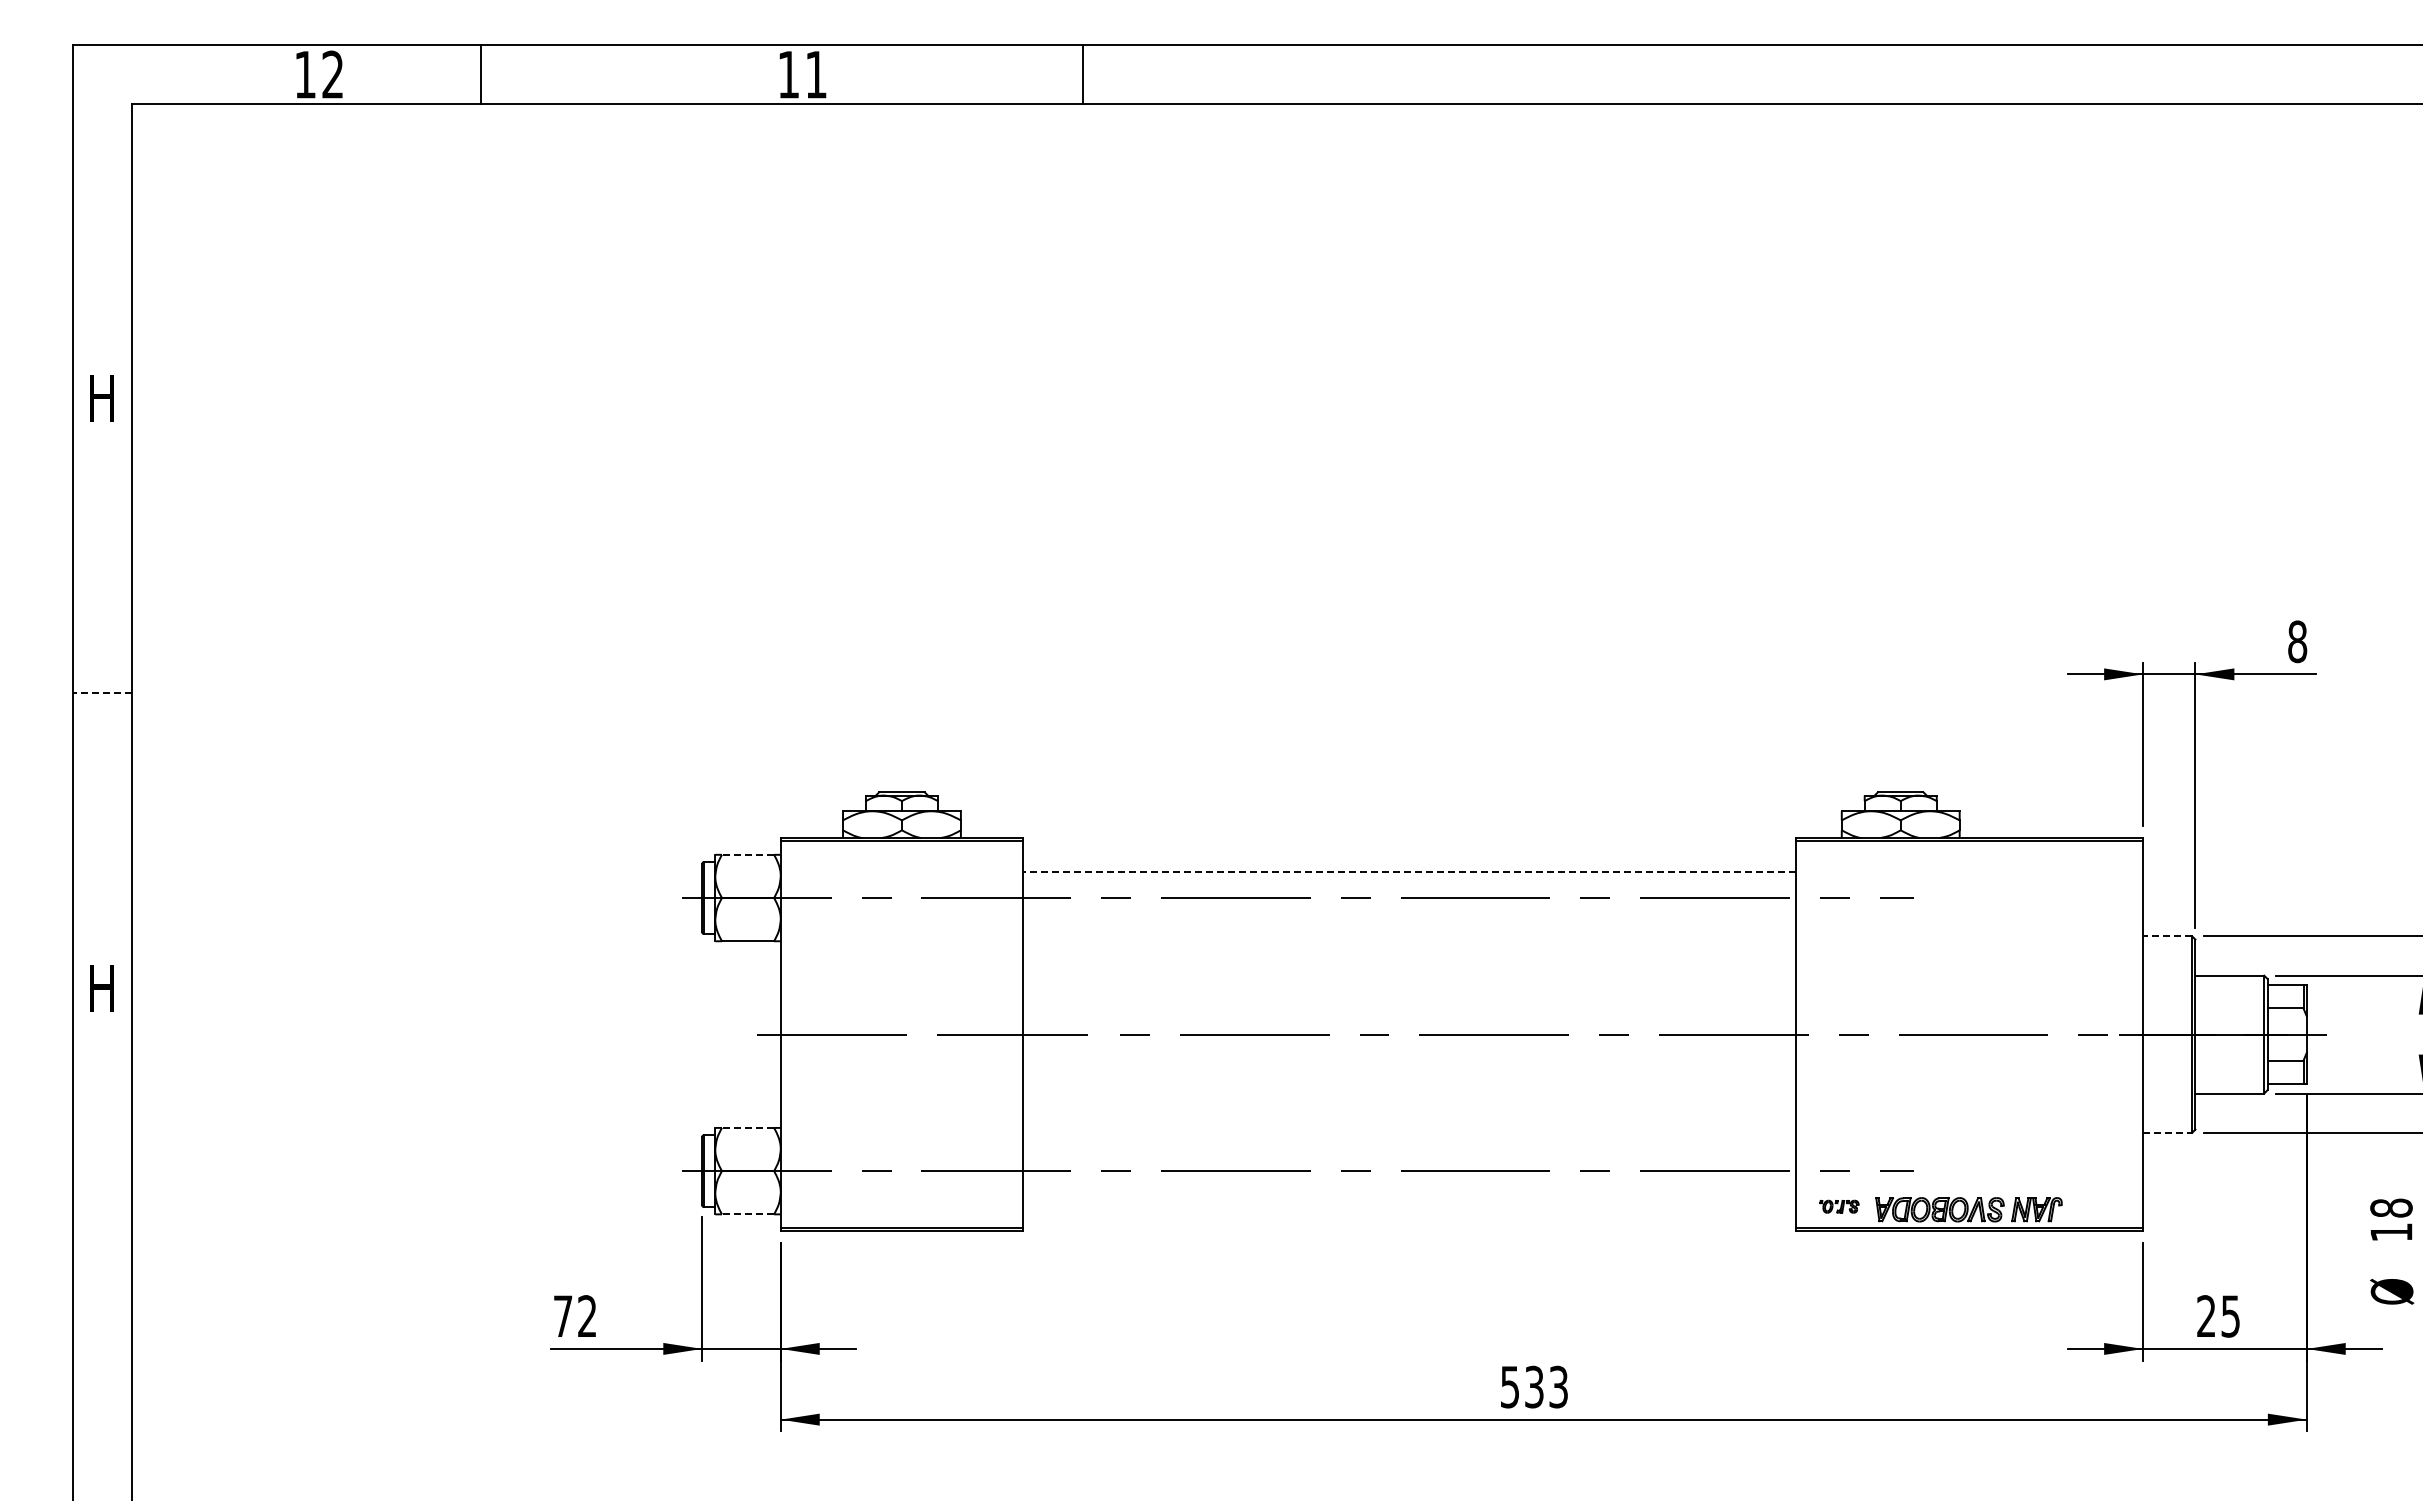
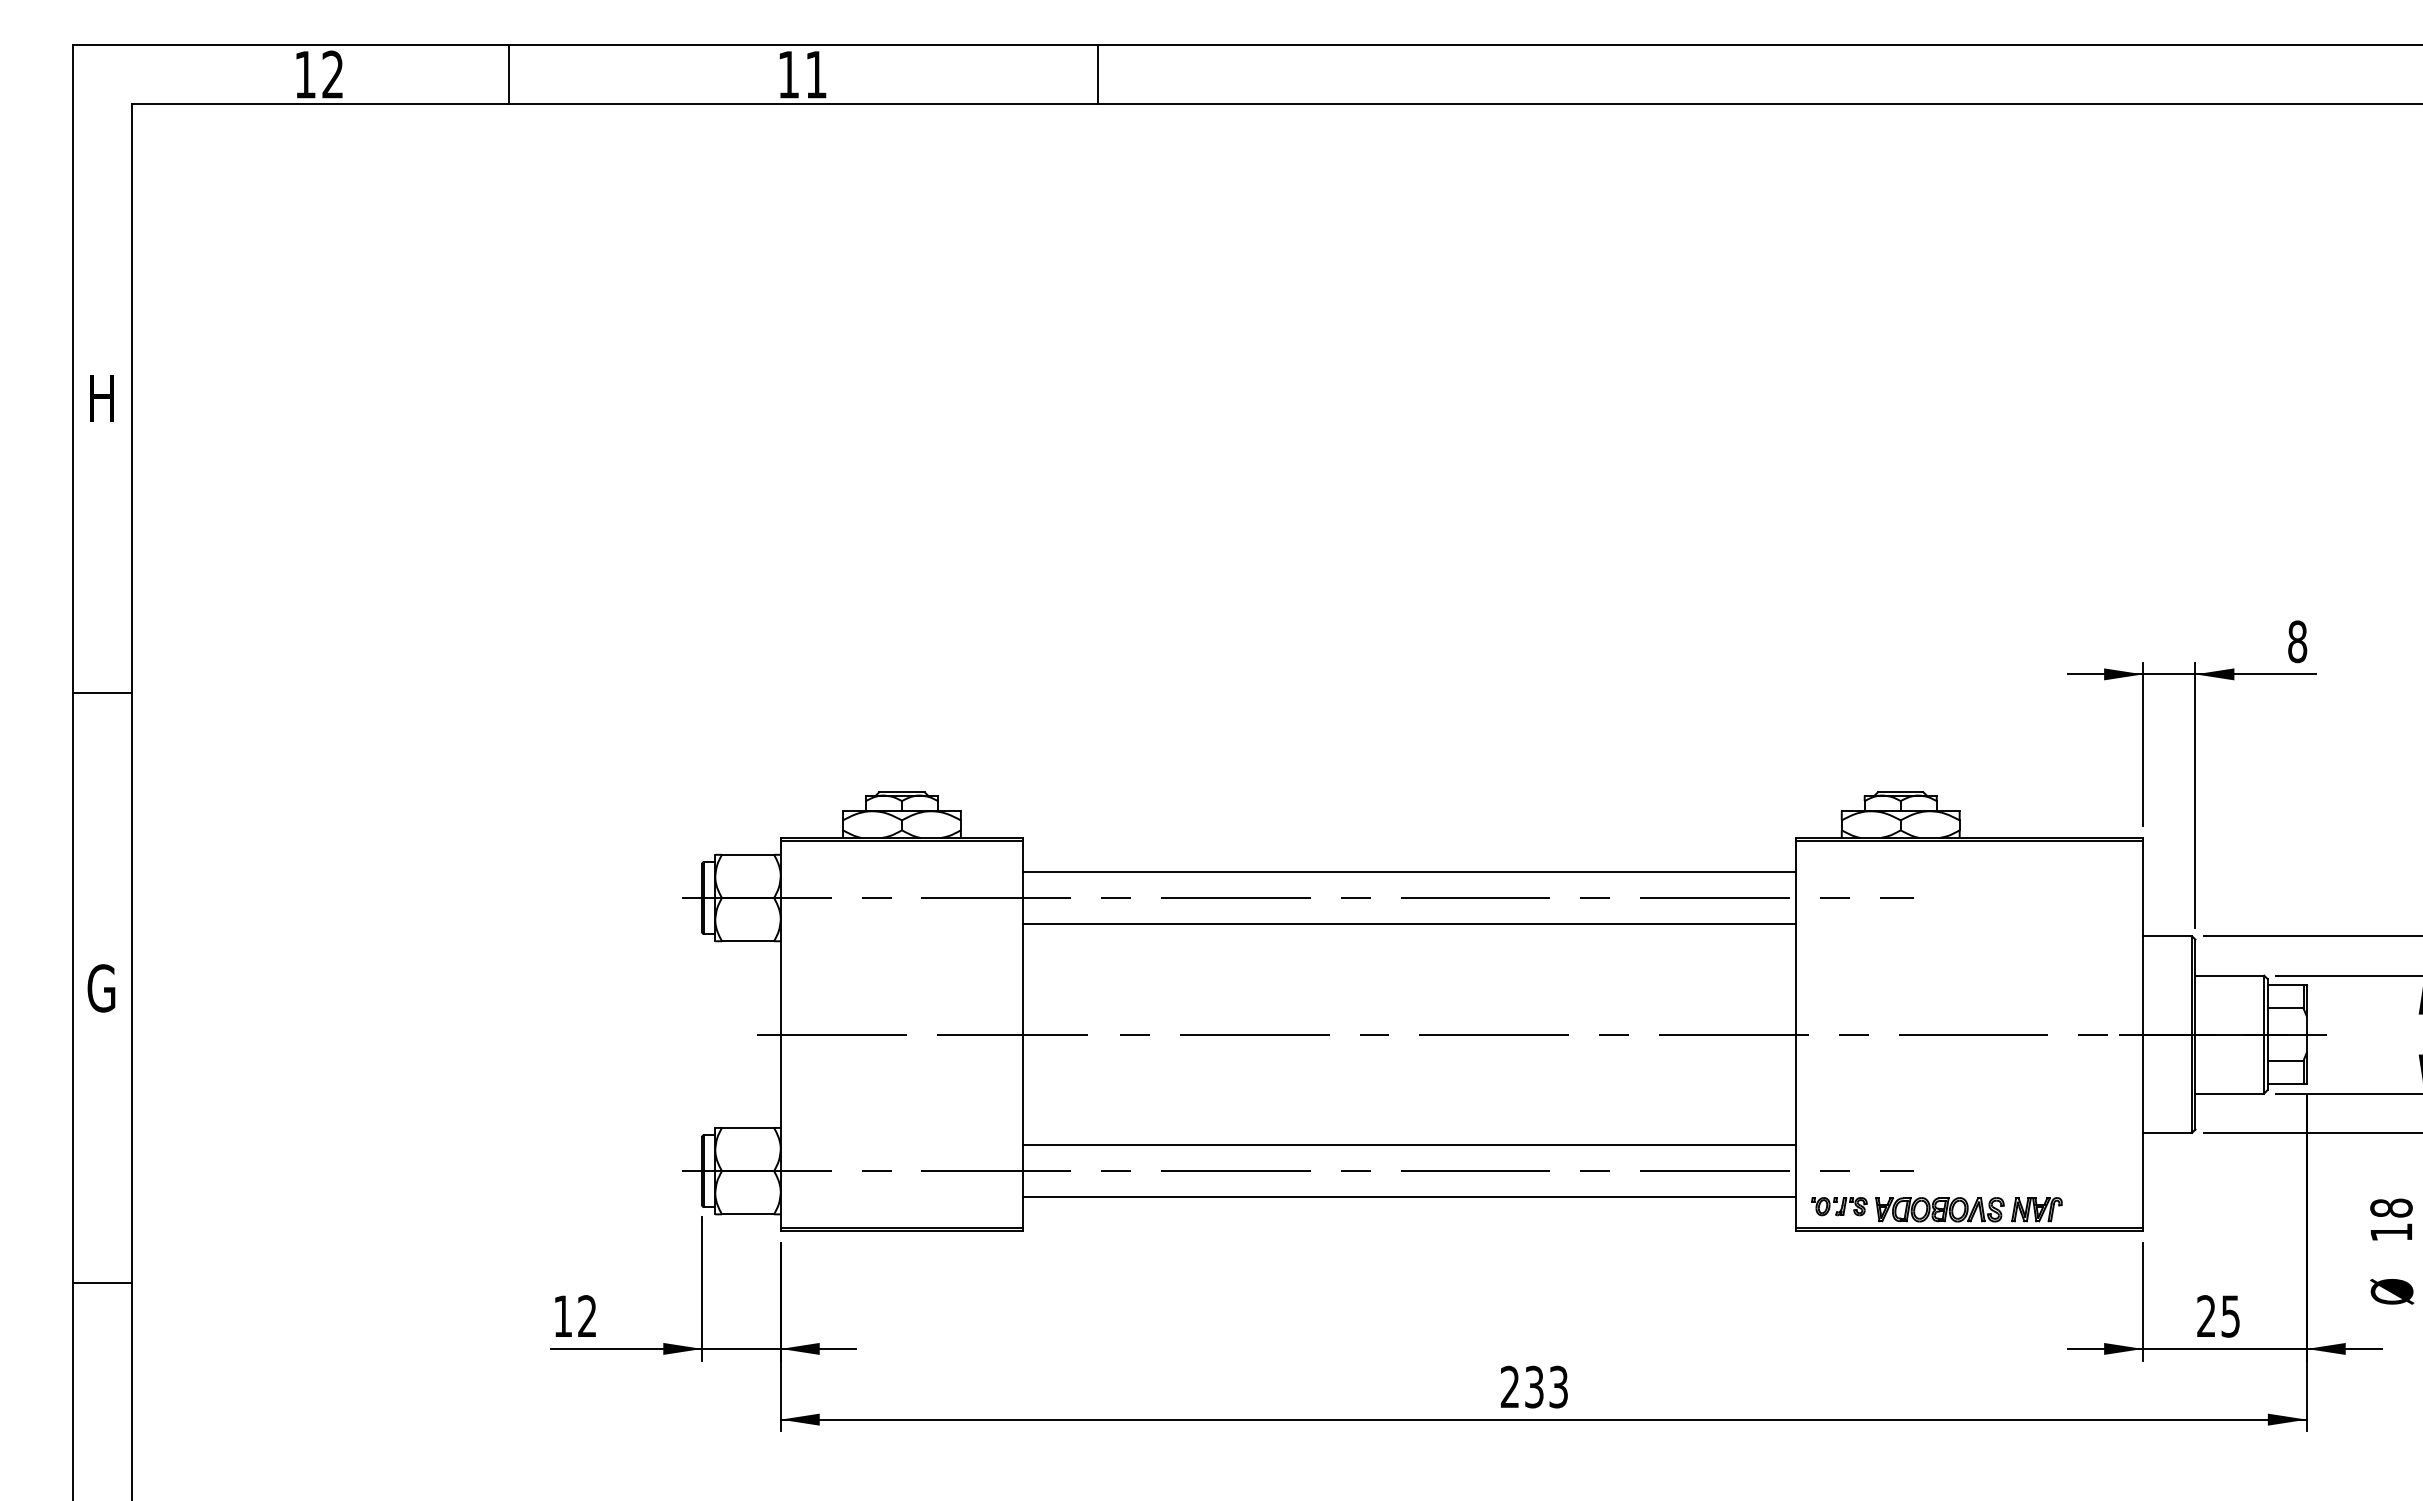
line at (480, 73) position: (480, 73) -> (508, 73)
line at (1083, 73) position: (1083, 73) -> (1098, 73)
line at (101, 693): dashed -> solid
line at (747, 854): dashed -> solid
line at (1409, 871): dashed -> solid
line at (1409, 924): none -> present
line at (2167, 936): dashed -> solid
text at (101, 988): H -> G
line at (747, 1127): dashed -> solid
line at (2167, 1132): dashed -> solid
line at (1409, 1144): none -> present
line at (1409, 1197): none -> present
part at (1839, 1206) size: 41x15 px -> 57x20 px
line at (747, 1214): dashed -> solid
line at (101, 1282): none -> present
text at (563, 1315): 72 -> 12
text at (1509, 1386): 533 -> 233
